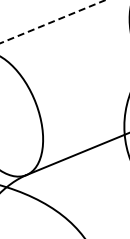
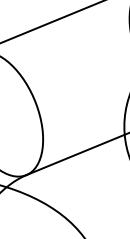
line at (53, 21): dashed -> solid
